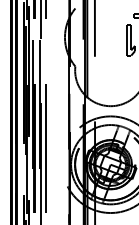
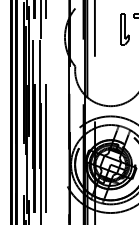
part at (130, 40) position: (130, 40) -> (124, 29)
